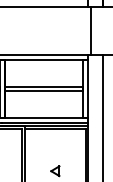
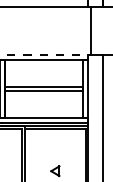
line at (46, 55): solid -> dashed
